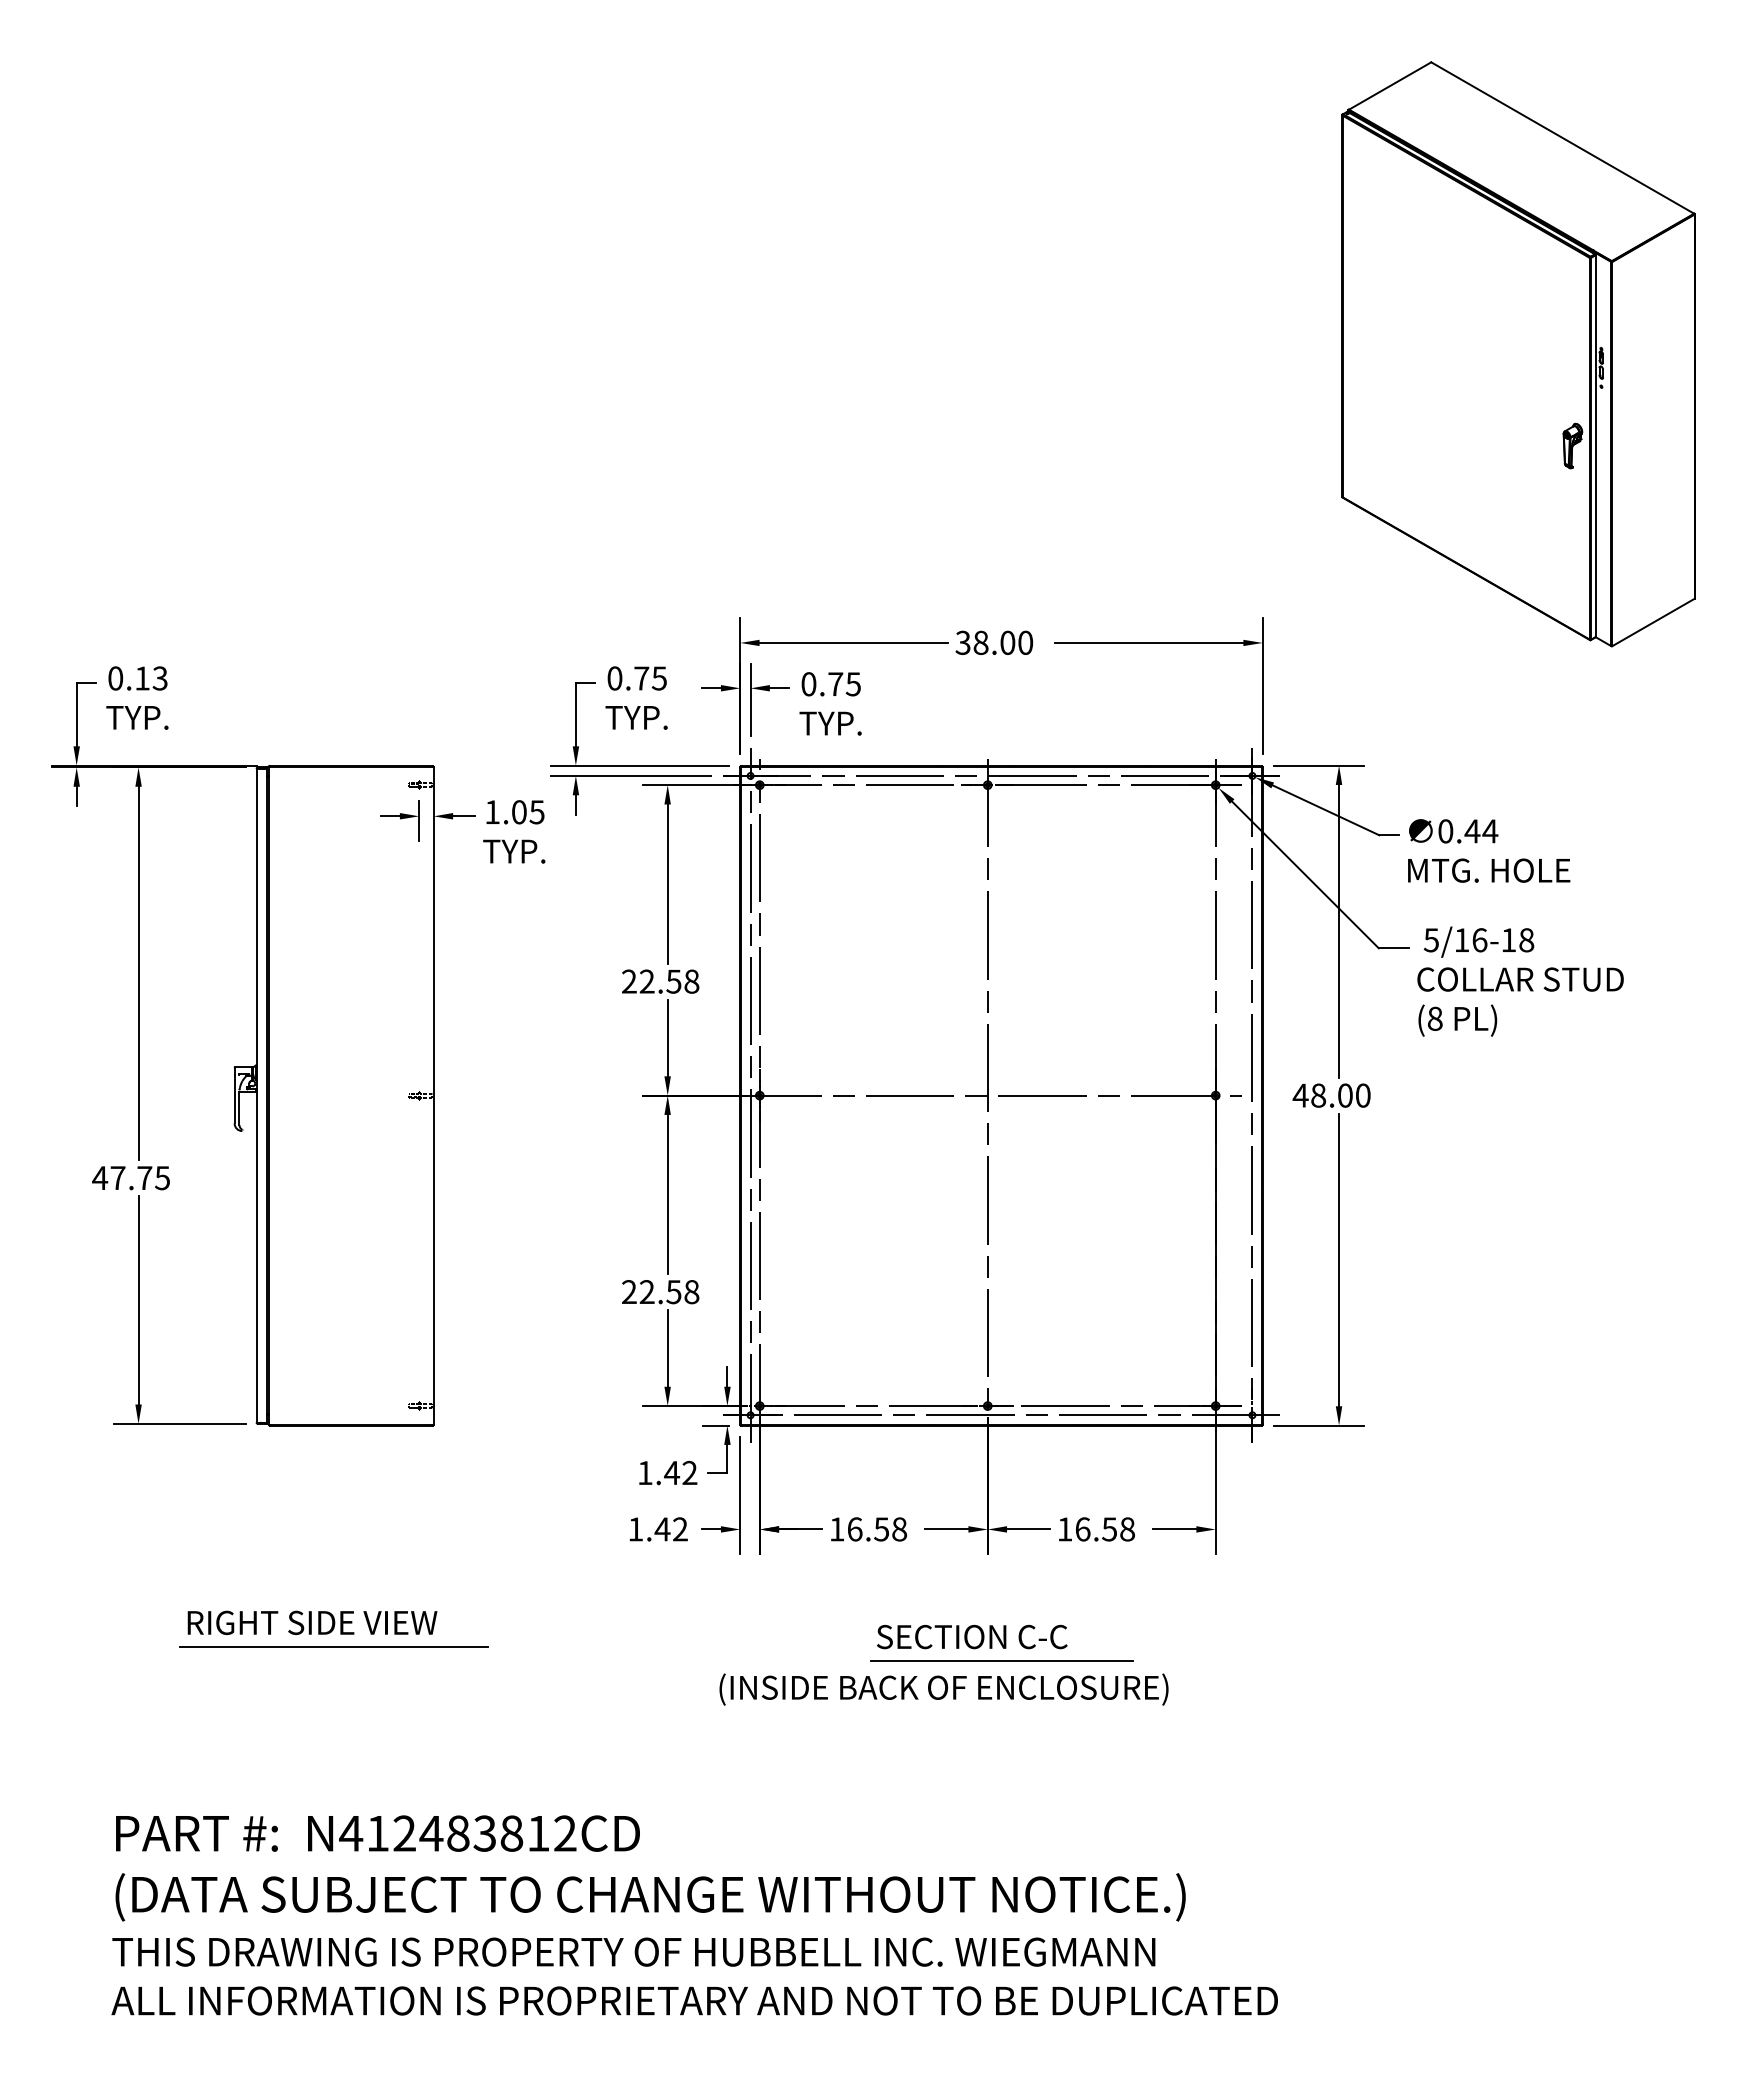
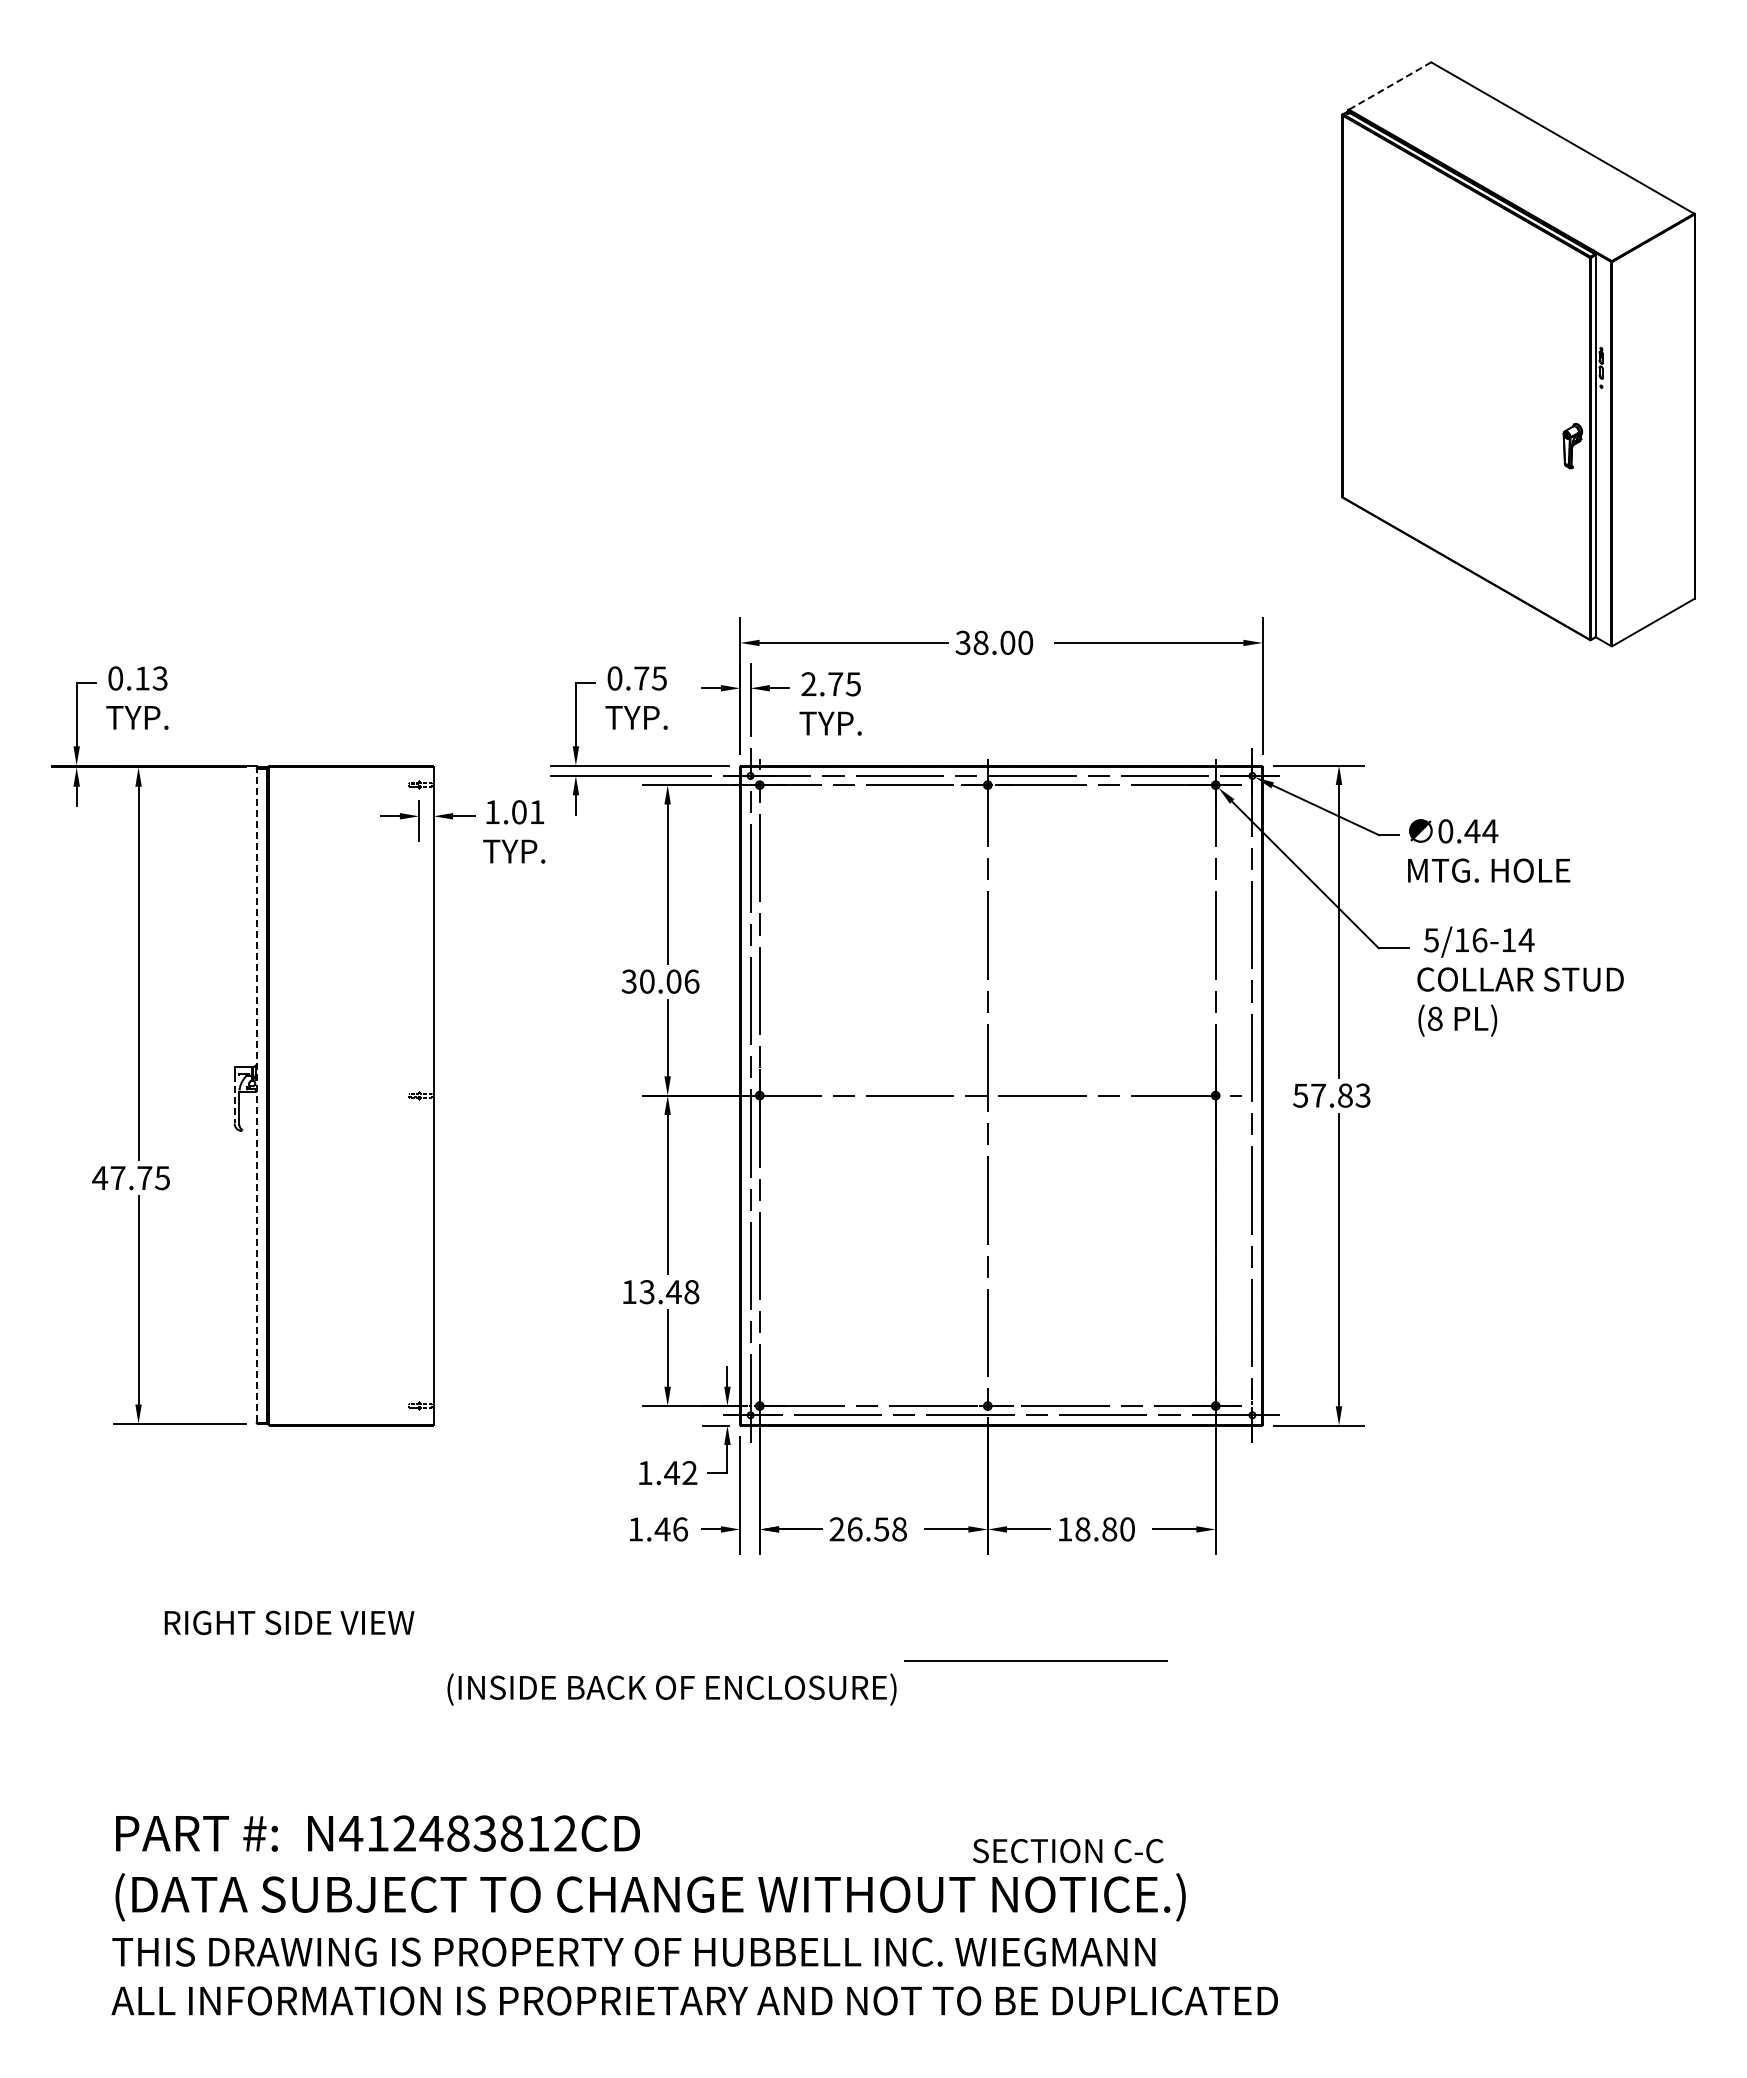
line at (1390, 85): solid -> dashed
text at (808, 684): 0.75 -> 2.75
text at (536, 812): 1.05 -> 1.01
text at (1526, 940): 5/16-18 -> 5/16-14
text at (660, 981): 22.58 -> 30.06
line at (256, 1095): solid -> dashed
text at (1331, 1095): 48.00 -> 57.83
line at (234, 1099): solid -> dashed
text at (651, 1292): 22.58 -> 13.48
text at (680, 1529): 1.42 -> 1.46
text at (836, 1529): 16.58 -> 26.58
text at (1104, 1529): 16.58 -> 18.80
text at (312, 1622) position: (312, 1622) -> (289, 1622)
text at (972, 1636) position: (972, 1636) -> (1068, 1850)
line at (334, 1647): present -> none
line at (1001, 1660) position: (1001, 1660) -> (1035, 1660)
text at (943, 1689) position: (943, 1689) -> (671, 1689)
